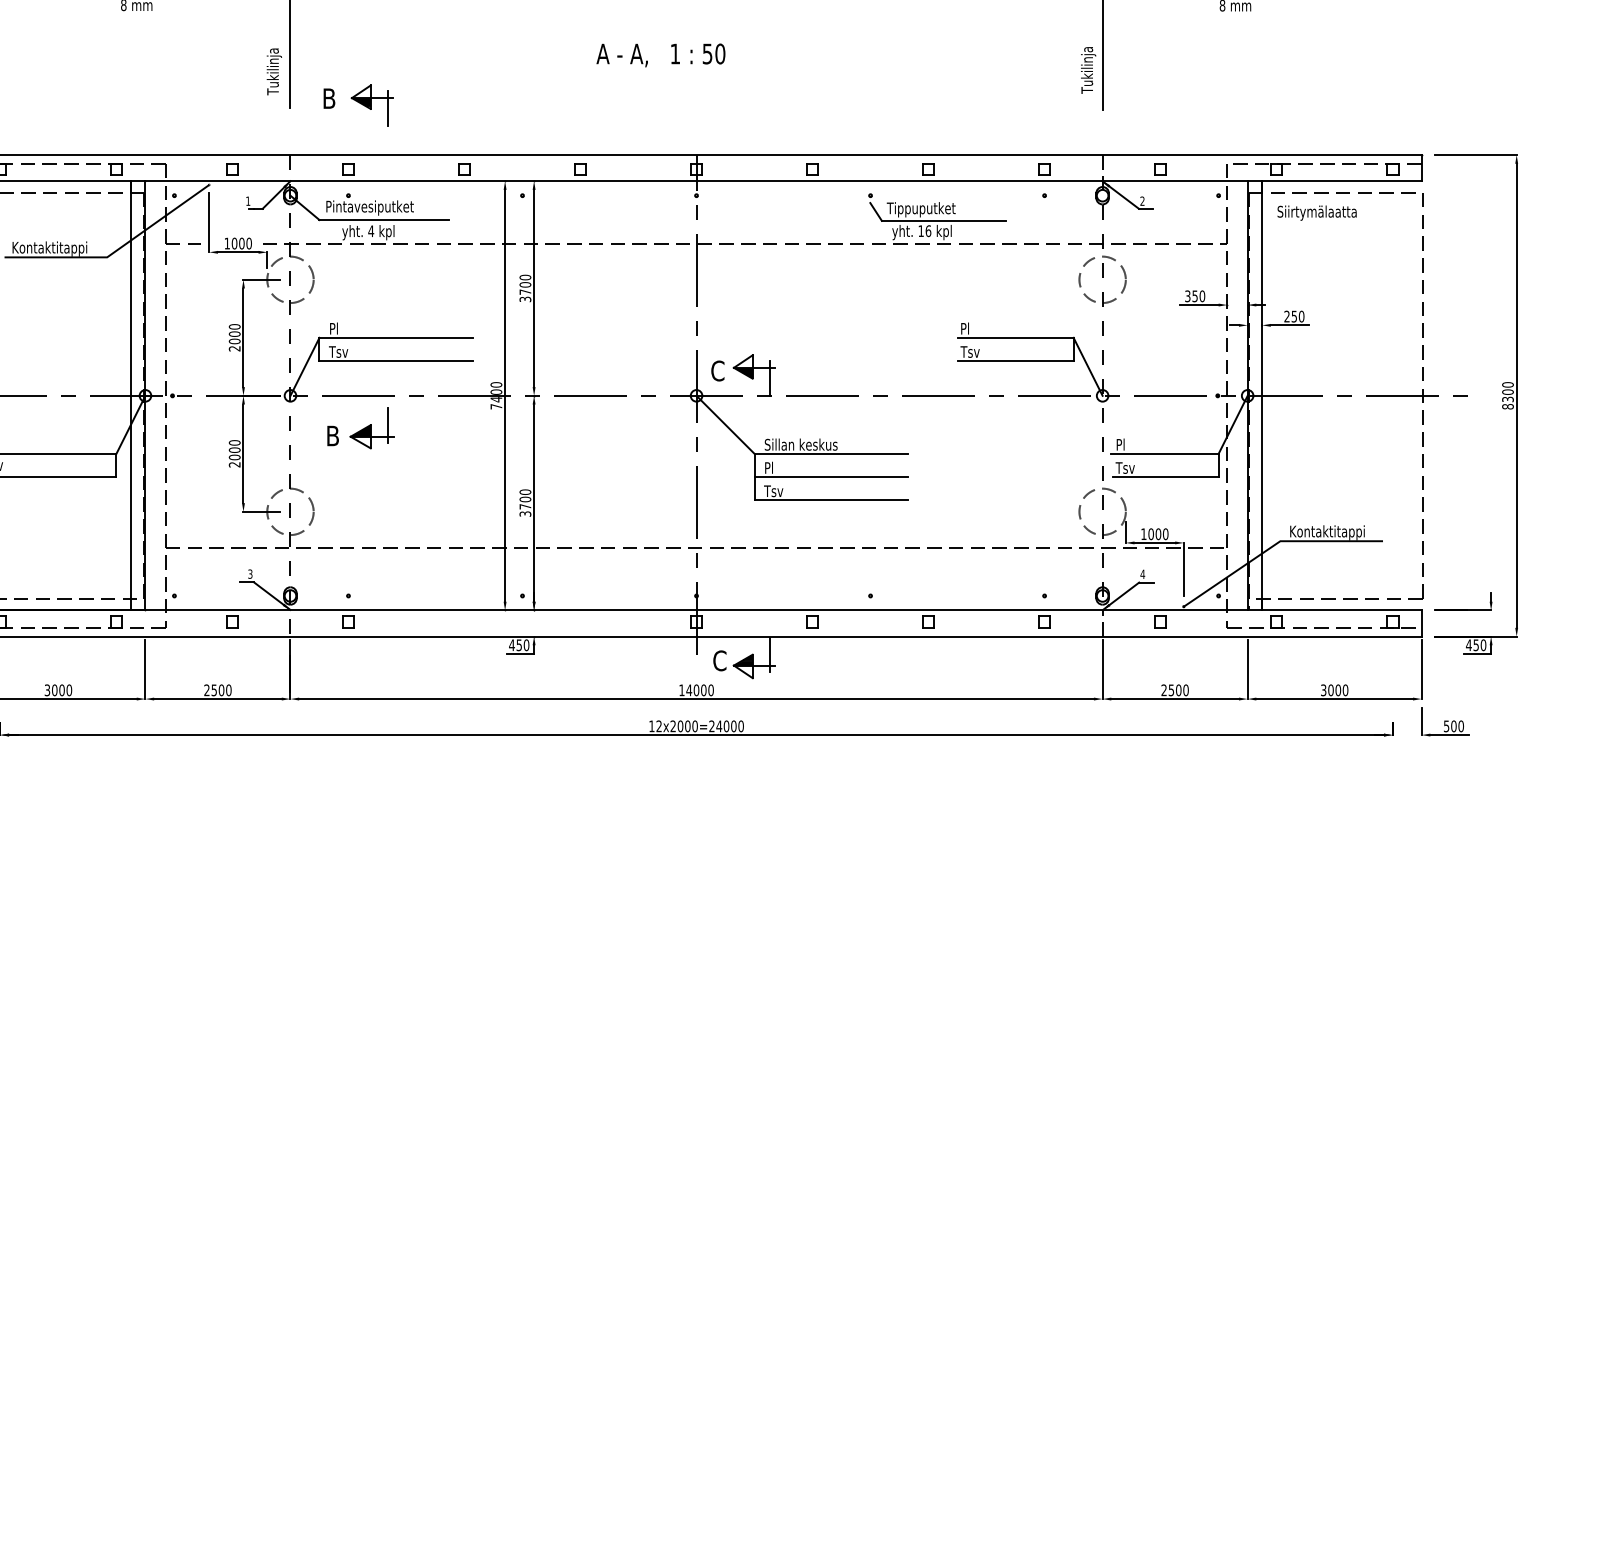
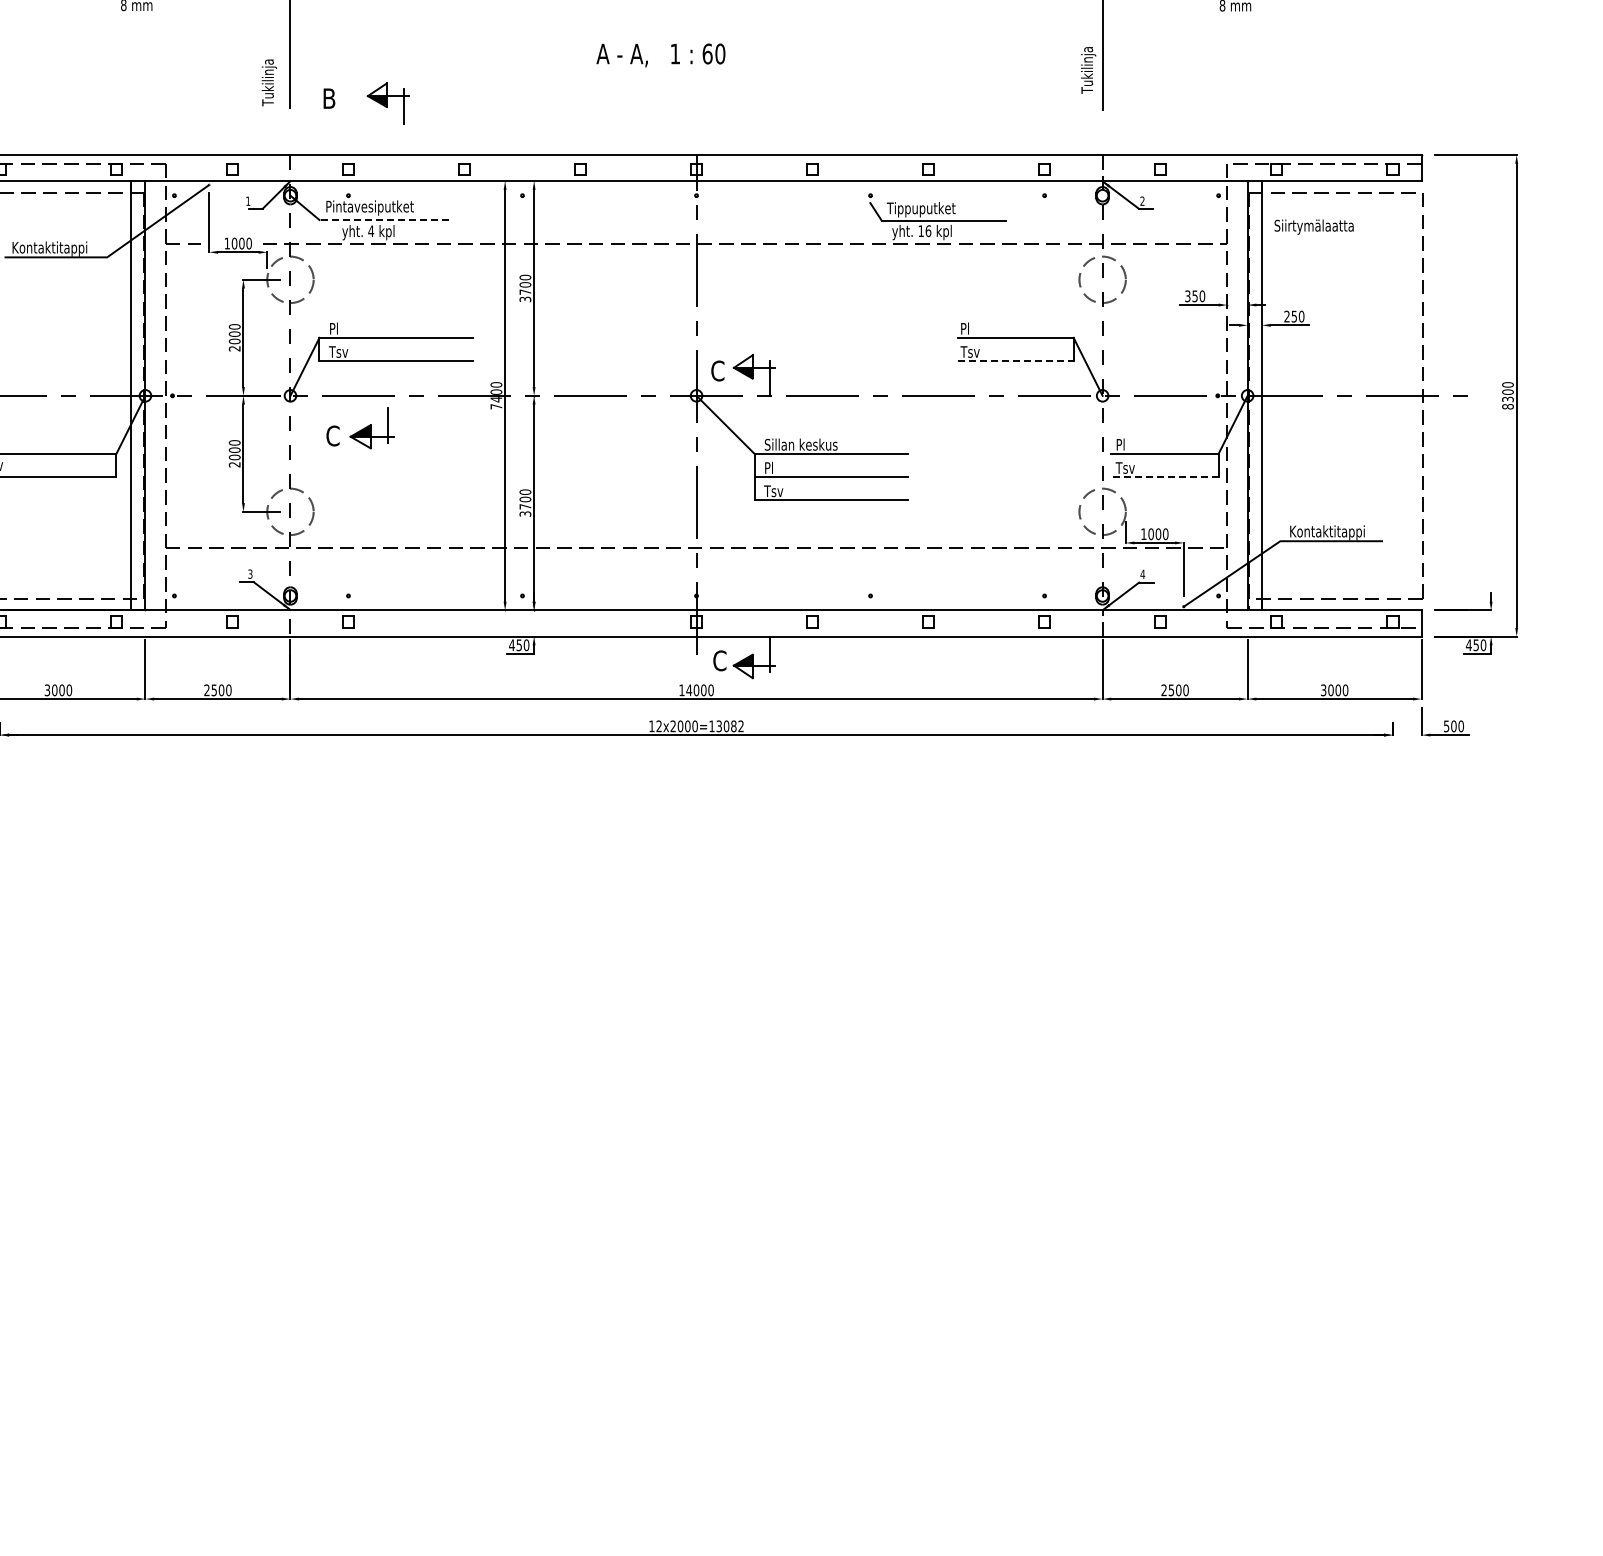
text at (707, 53): 50 -> 60
text at (273, 71) position: (273, 71) -> (268, 82)
part at (371, 105) position: (371, 105) -> (387, 103)
text at (1316, 212) position: (1316, 212) -> (1313, 226)
line at (384, 220): solid -> dashed
line at (1015, 361): solid -> dashed
text at (332, 435): B -> C
line at (1166, 477): solid -> dashed
text at (726, 726): 12x2000=24000 -> 12x2000=13082
